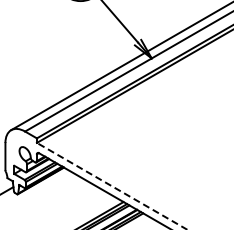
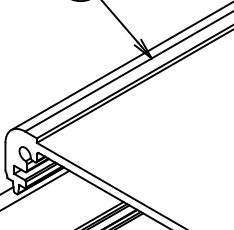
line at (112, 186): dashed -> solid
line at (35, 189): none -> present
